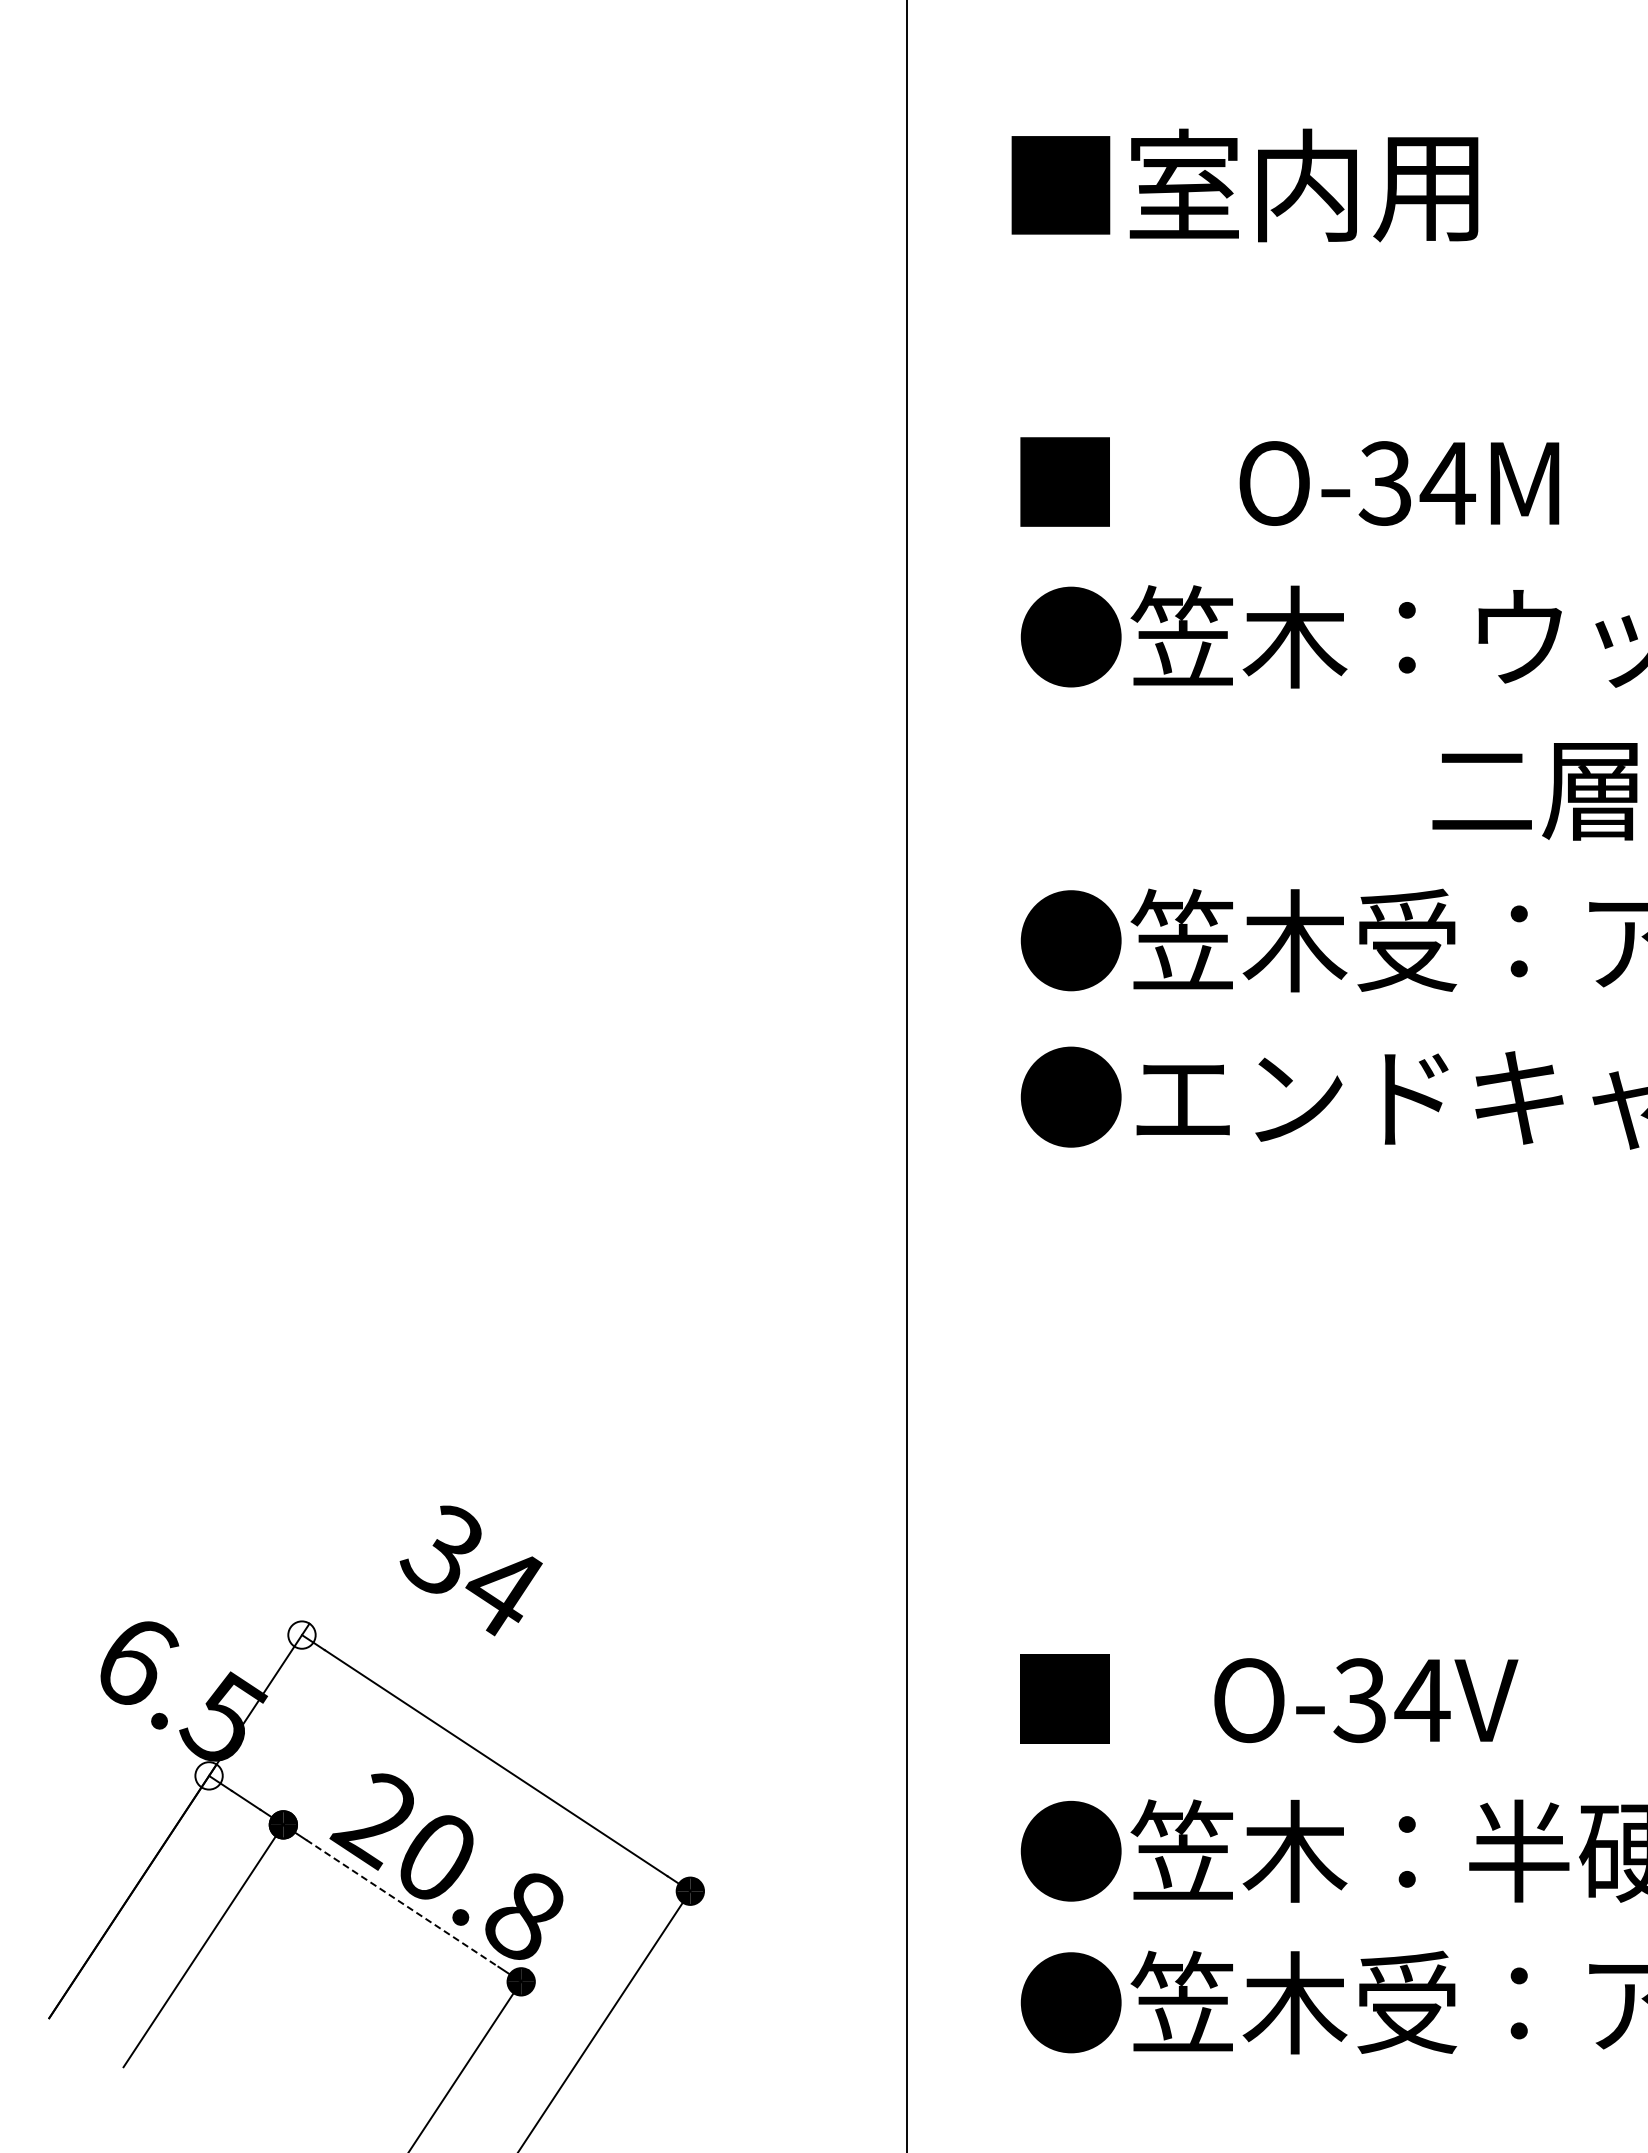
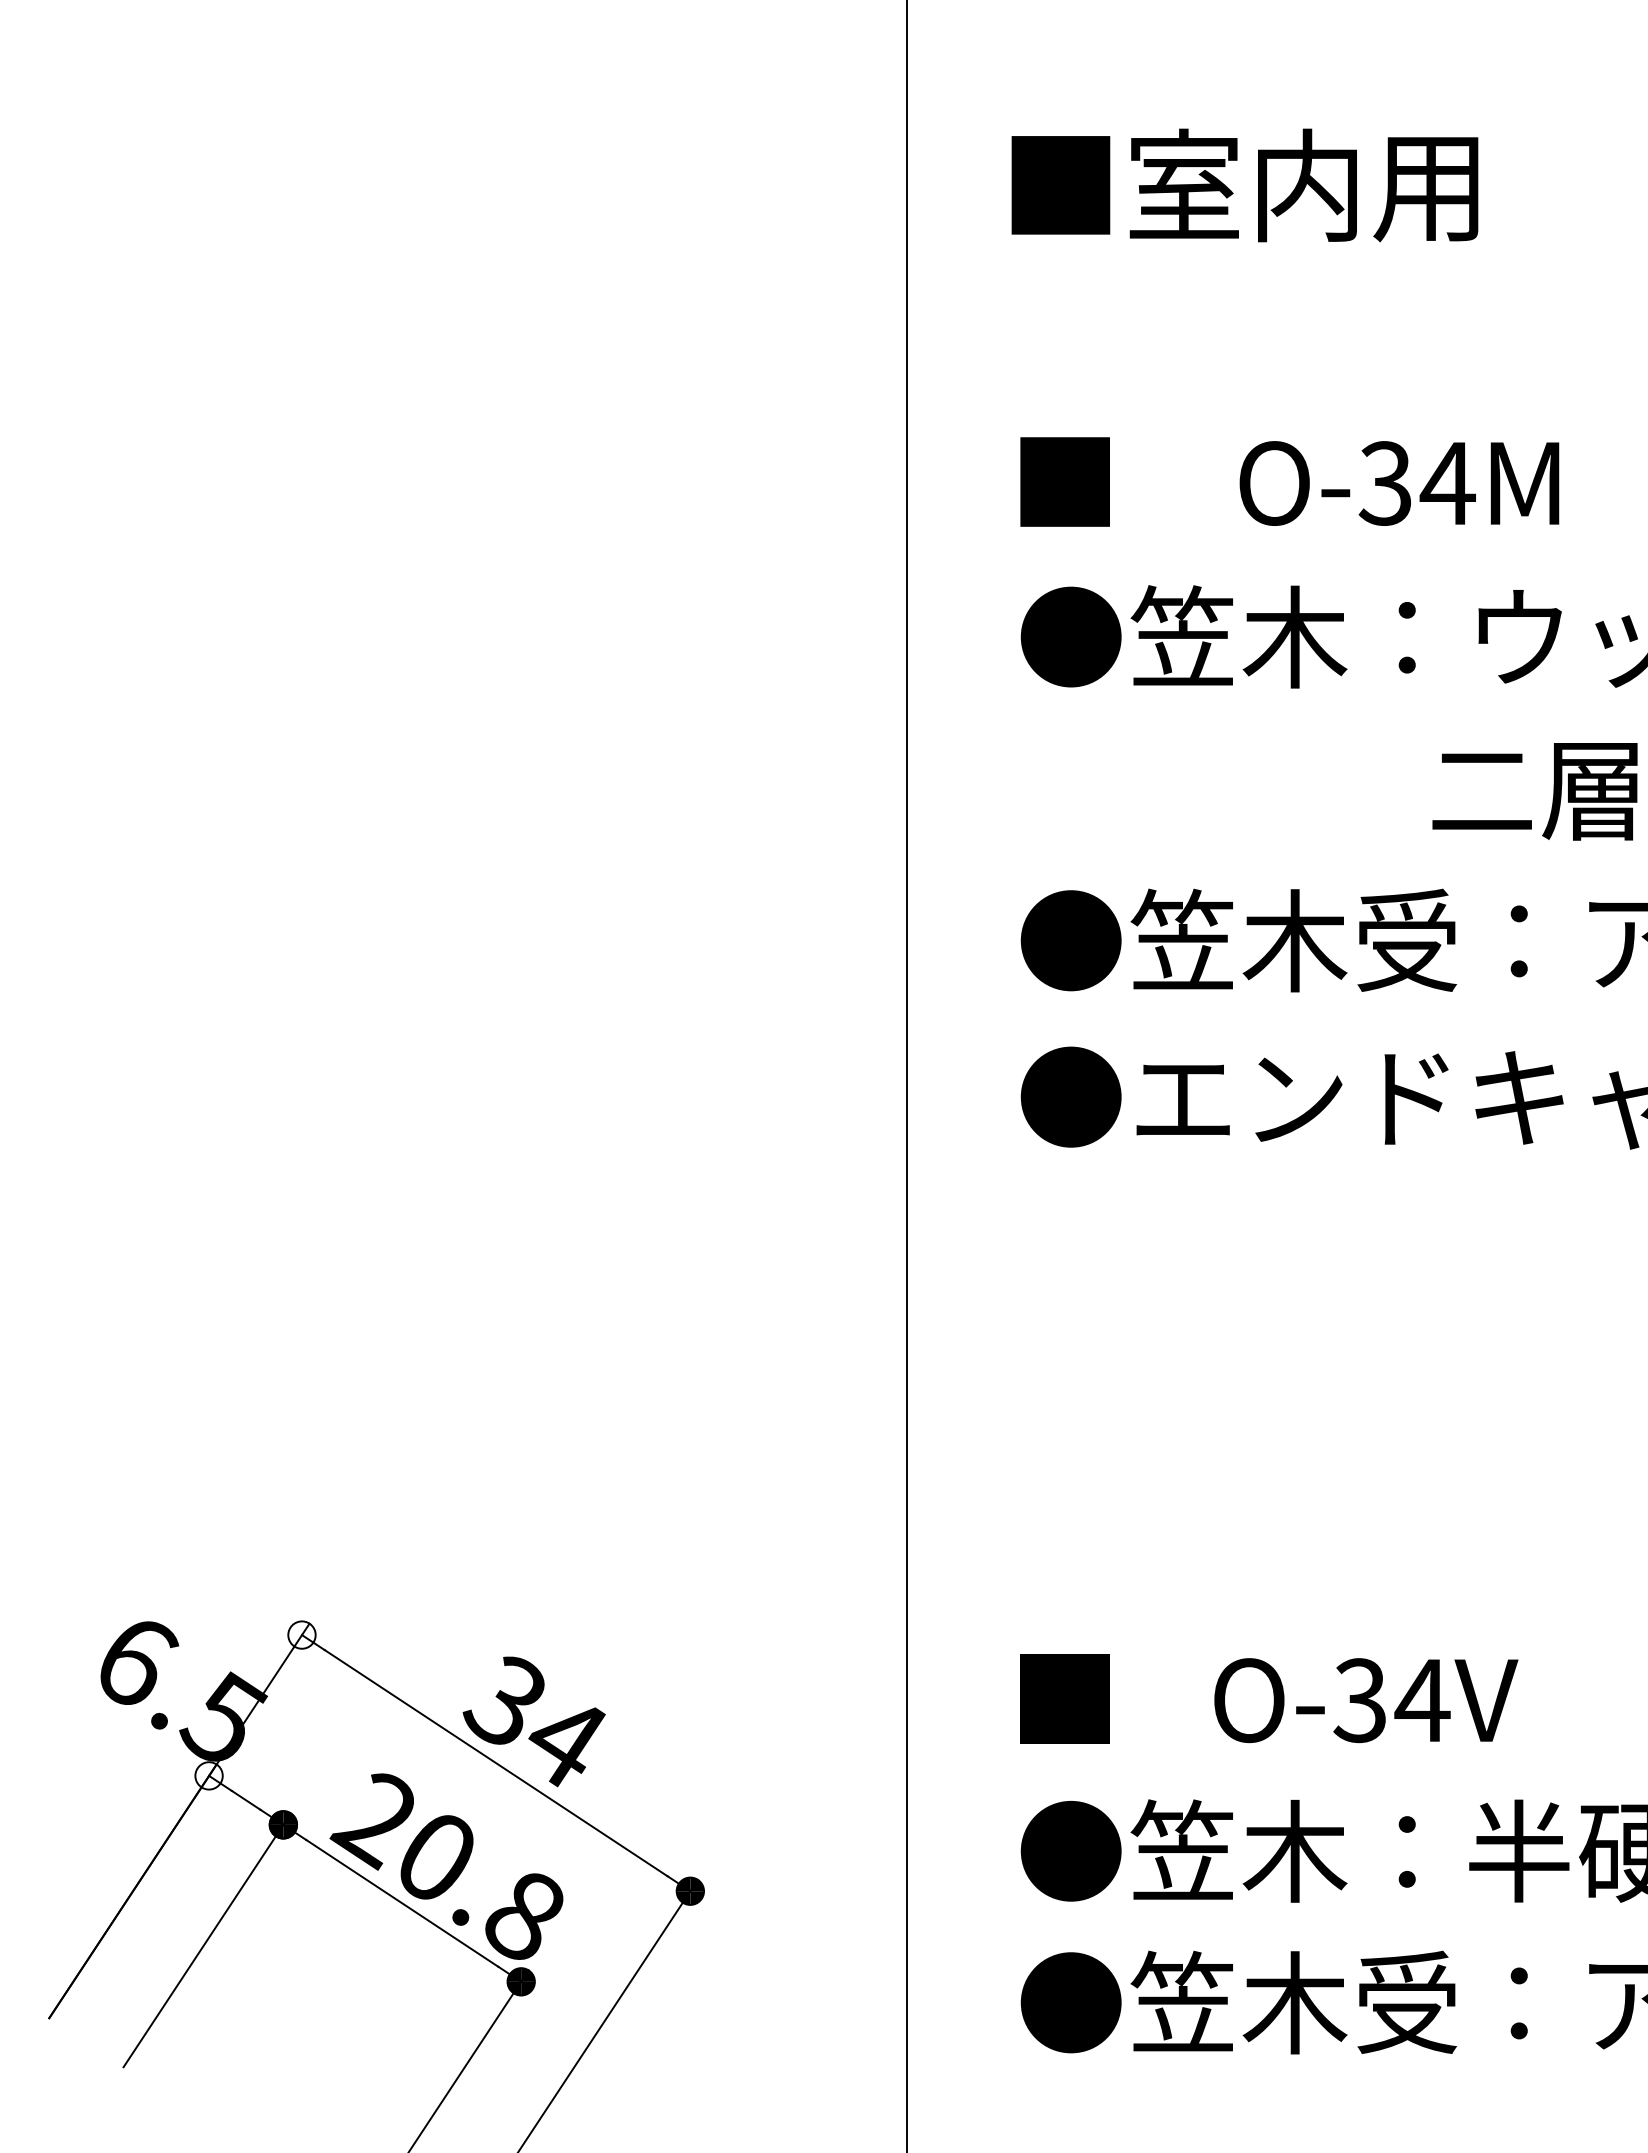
text at (470, 1570) position: (470, 1570) -> (533, 1721)
line at (402, 1903): dashed -> solid
